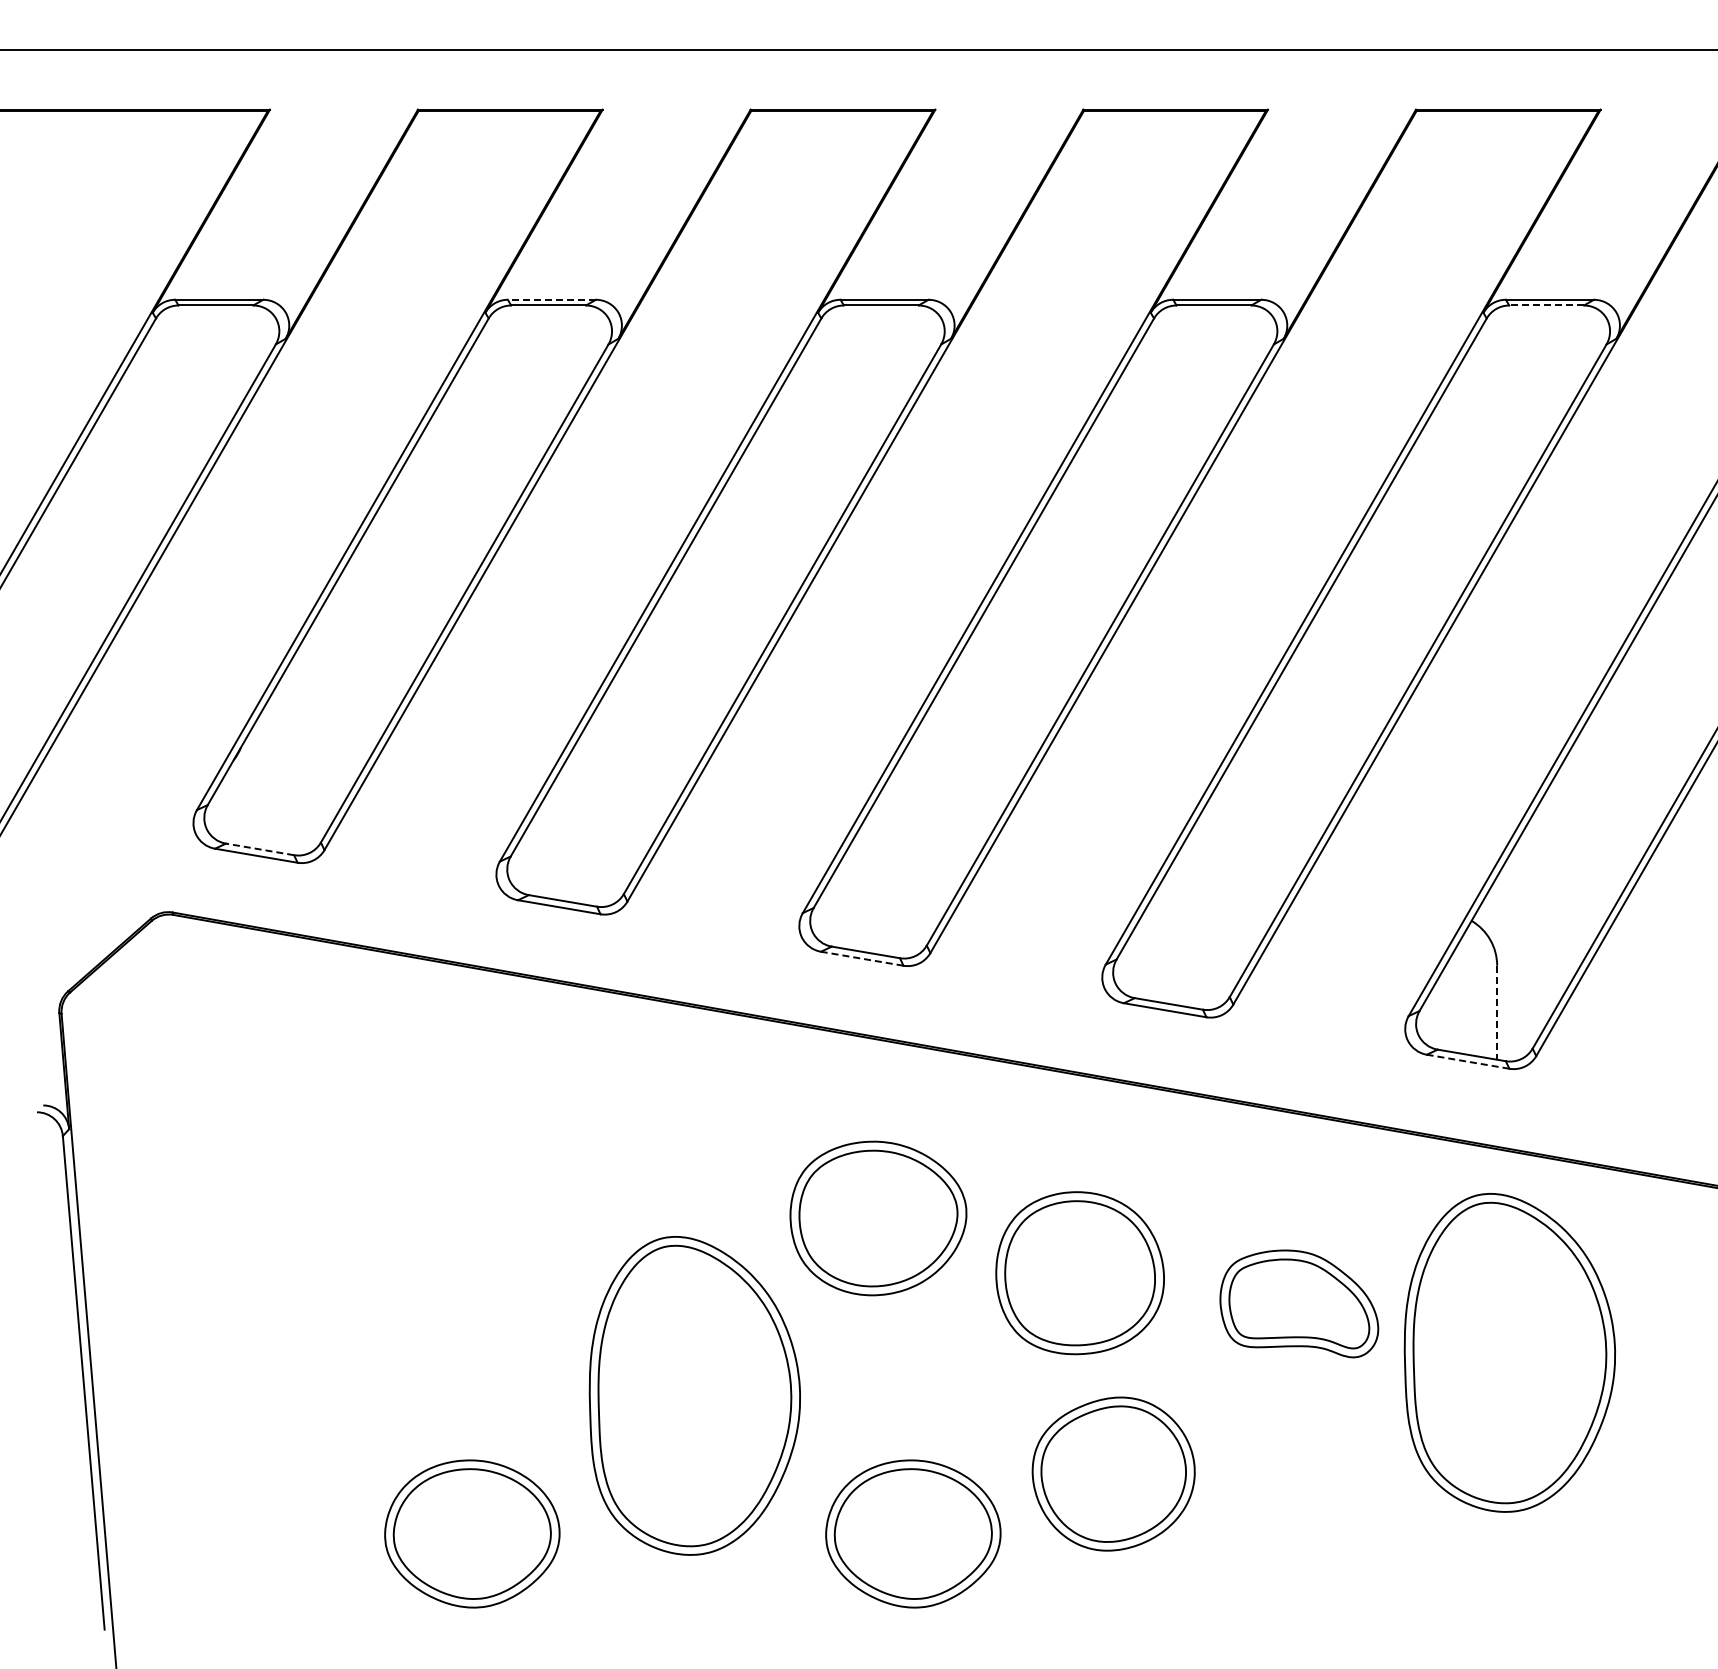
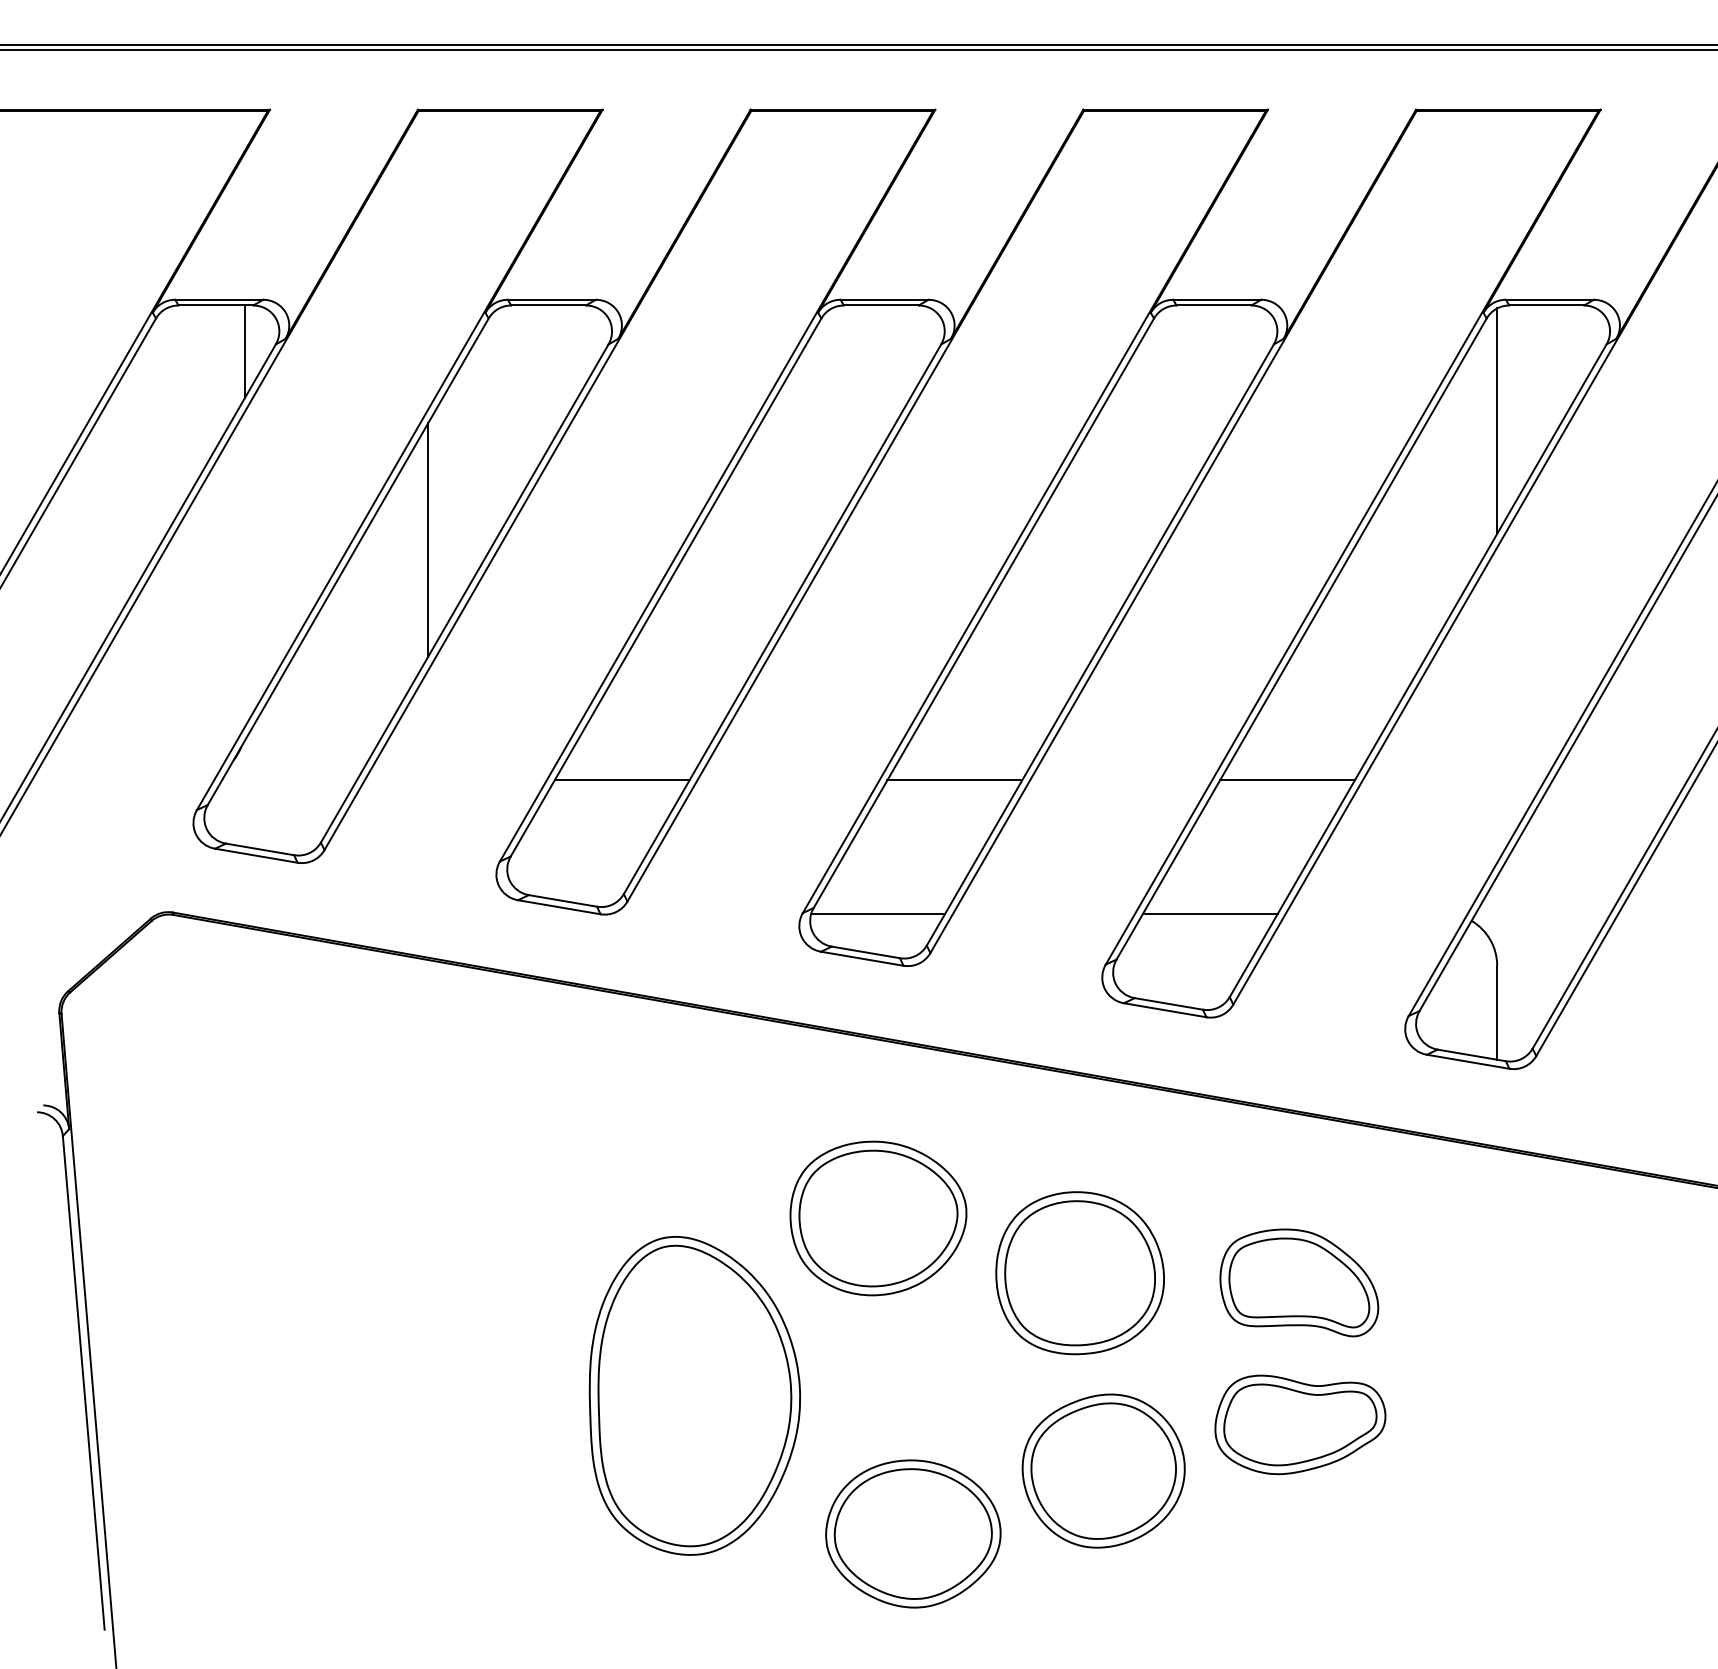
line at (858, 44): none -> present
line at (551, 299): dashed -> solid
line at (1546, 305): dashed -> solid
line at (244, 351): none -> present
line at (1497, 420): none -> present
line at (428, 539): none -> present
line at (621, 780): none -> present
line at (954, 780): none -> present
line at (1287, 780): none -> present
line at (260, 849): dashed -> solid
line at (878, 913): none -> present
line at (1210, 913): none -> present
line at (862, 958): dashed -> solid
line at (1497, 1012): dashed -> solid
line at (1468, 1061): dashed -> solid
part at (1299, 1303) position: (1299, 1303) -> (1299, 1282)
part at (1509, 1352): present -> none
part at (1300, 1424): none -> present
part at (1113, 1473) position: (1113, 1473) -> (1103, 1470)
part at (472, 1533): present -> none
